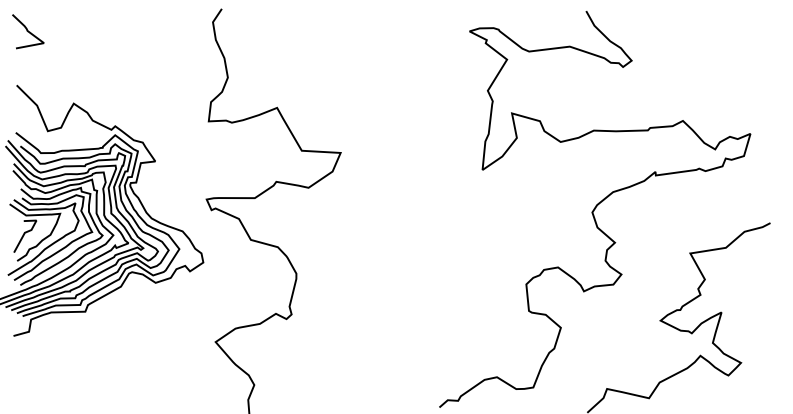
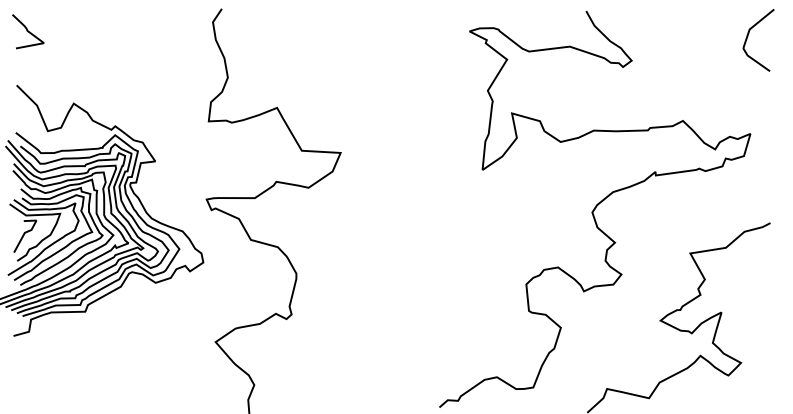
curve at (748, 36): none -> present
